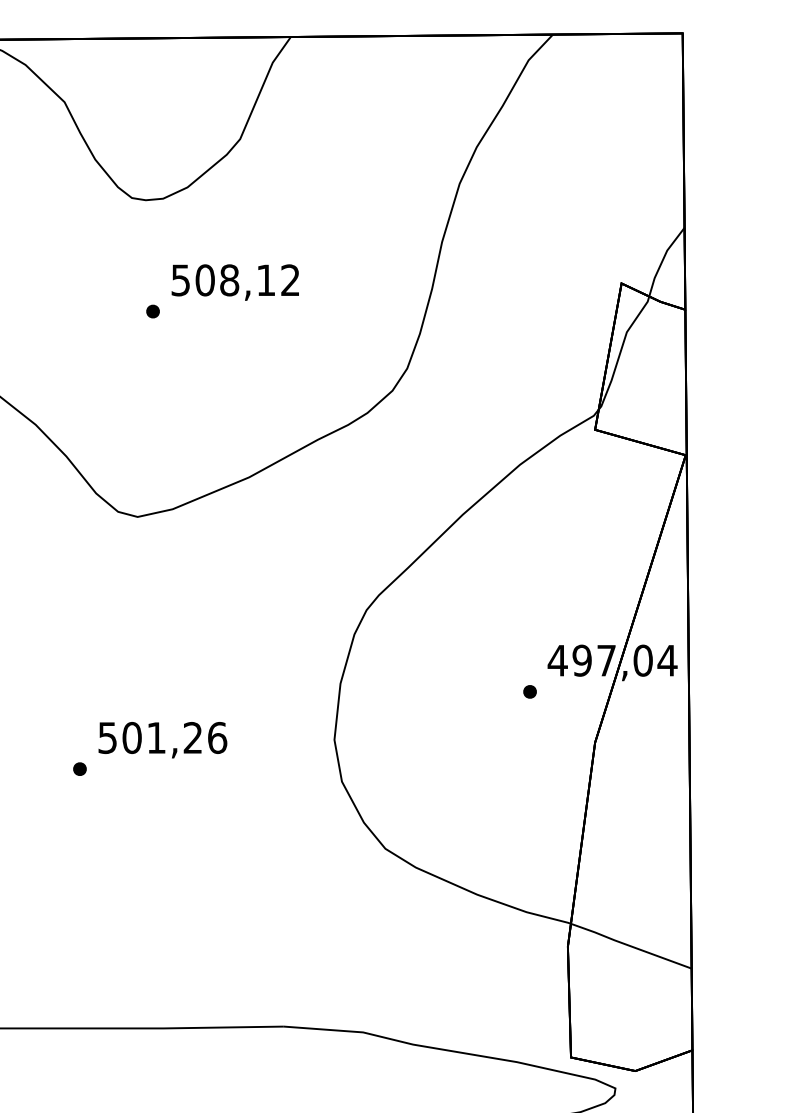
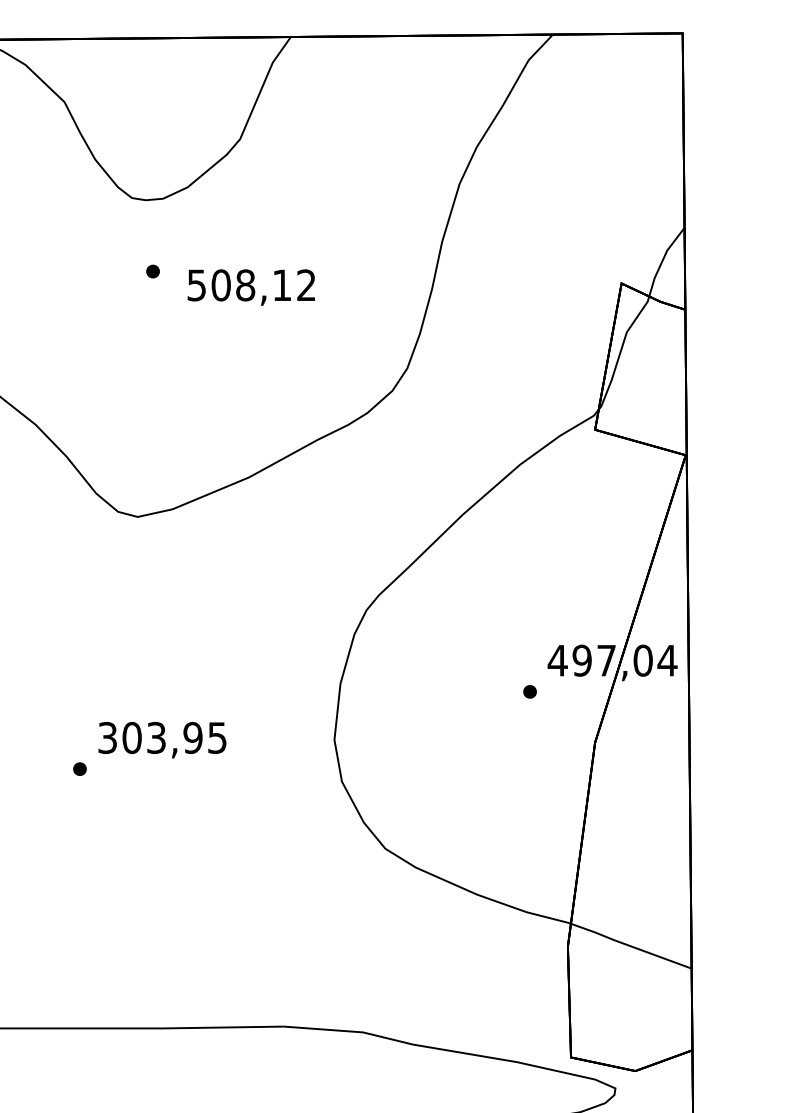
text at (234, 282) position: (234, 282) -> (250, 287)
part at (152, 311) position: (152, 311) -> (152, 271)
text at (163, 738): 501,26 -> 303,95
